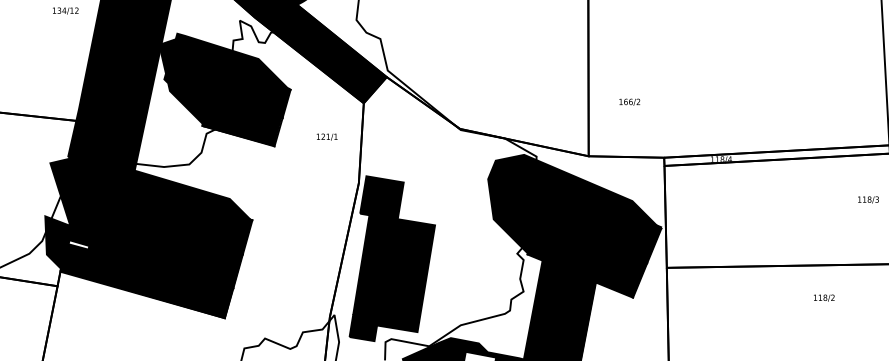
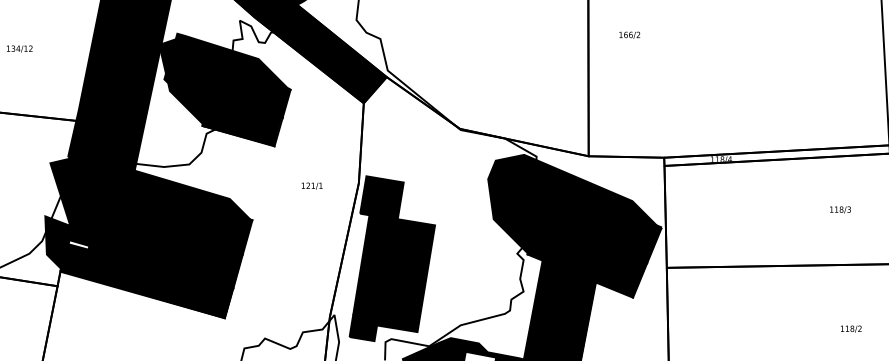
text at (65, 10) position: (65, 10) -> (19, 48)
text at (629, 101) position: (629, 101) -> (629, 34)
text at (326, 136) position: (326, 136) -> (311, 185)
text at (868, 199) position: (868, 199) -> (840, 209)
text at (824, 297) position: (824, 297) -> (851, 328)
